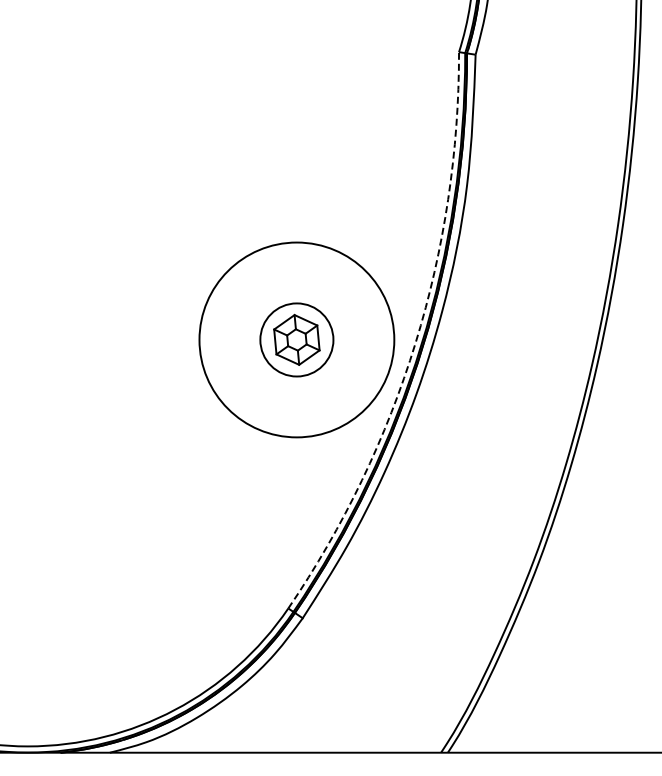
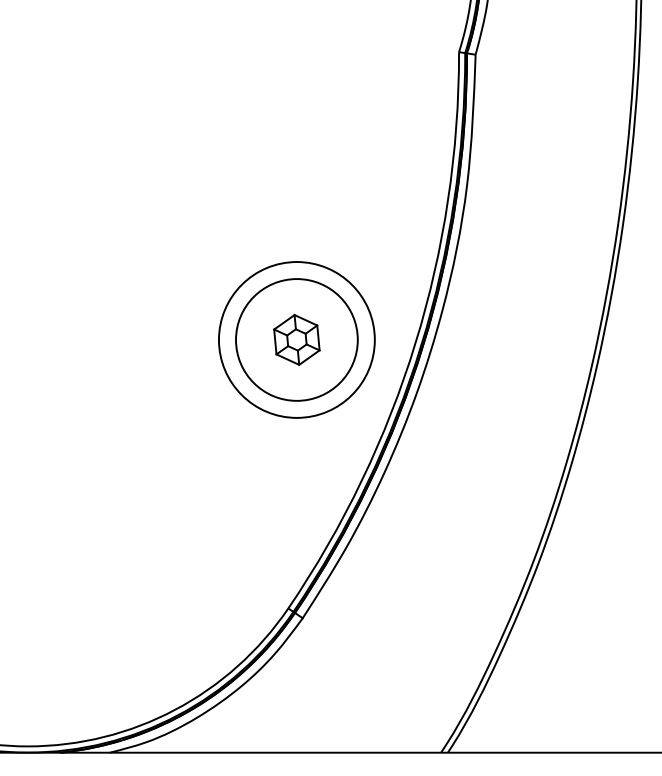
circle at (296, 339) diameter: 195 px -> 156 px
circle at (296, 339) diameter: 73 px -> 122 px
arc at (415, 343): dashed -> solid
